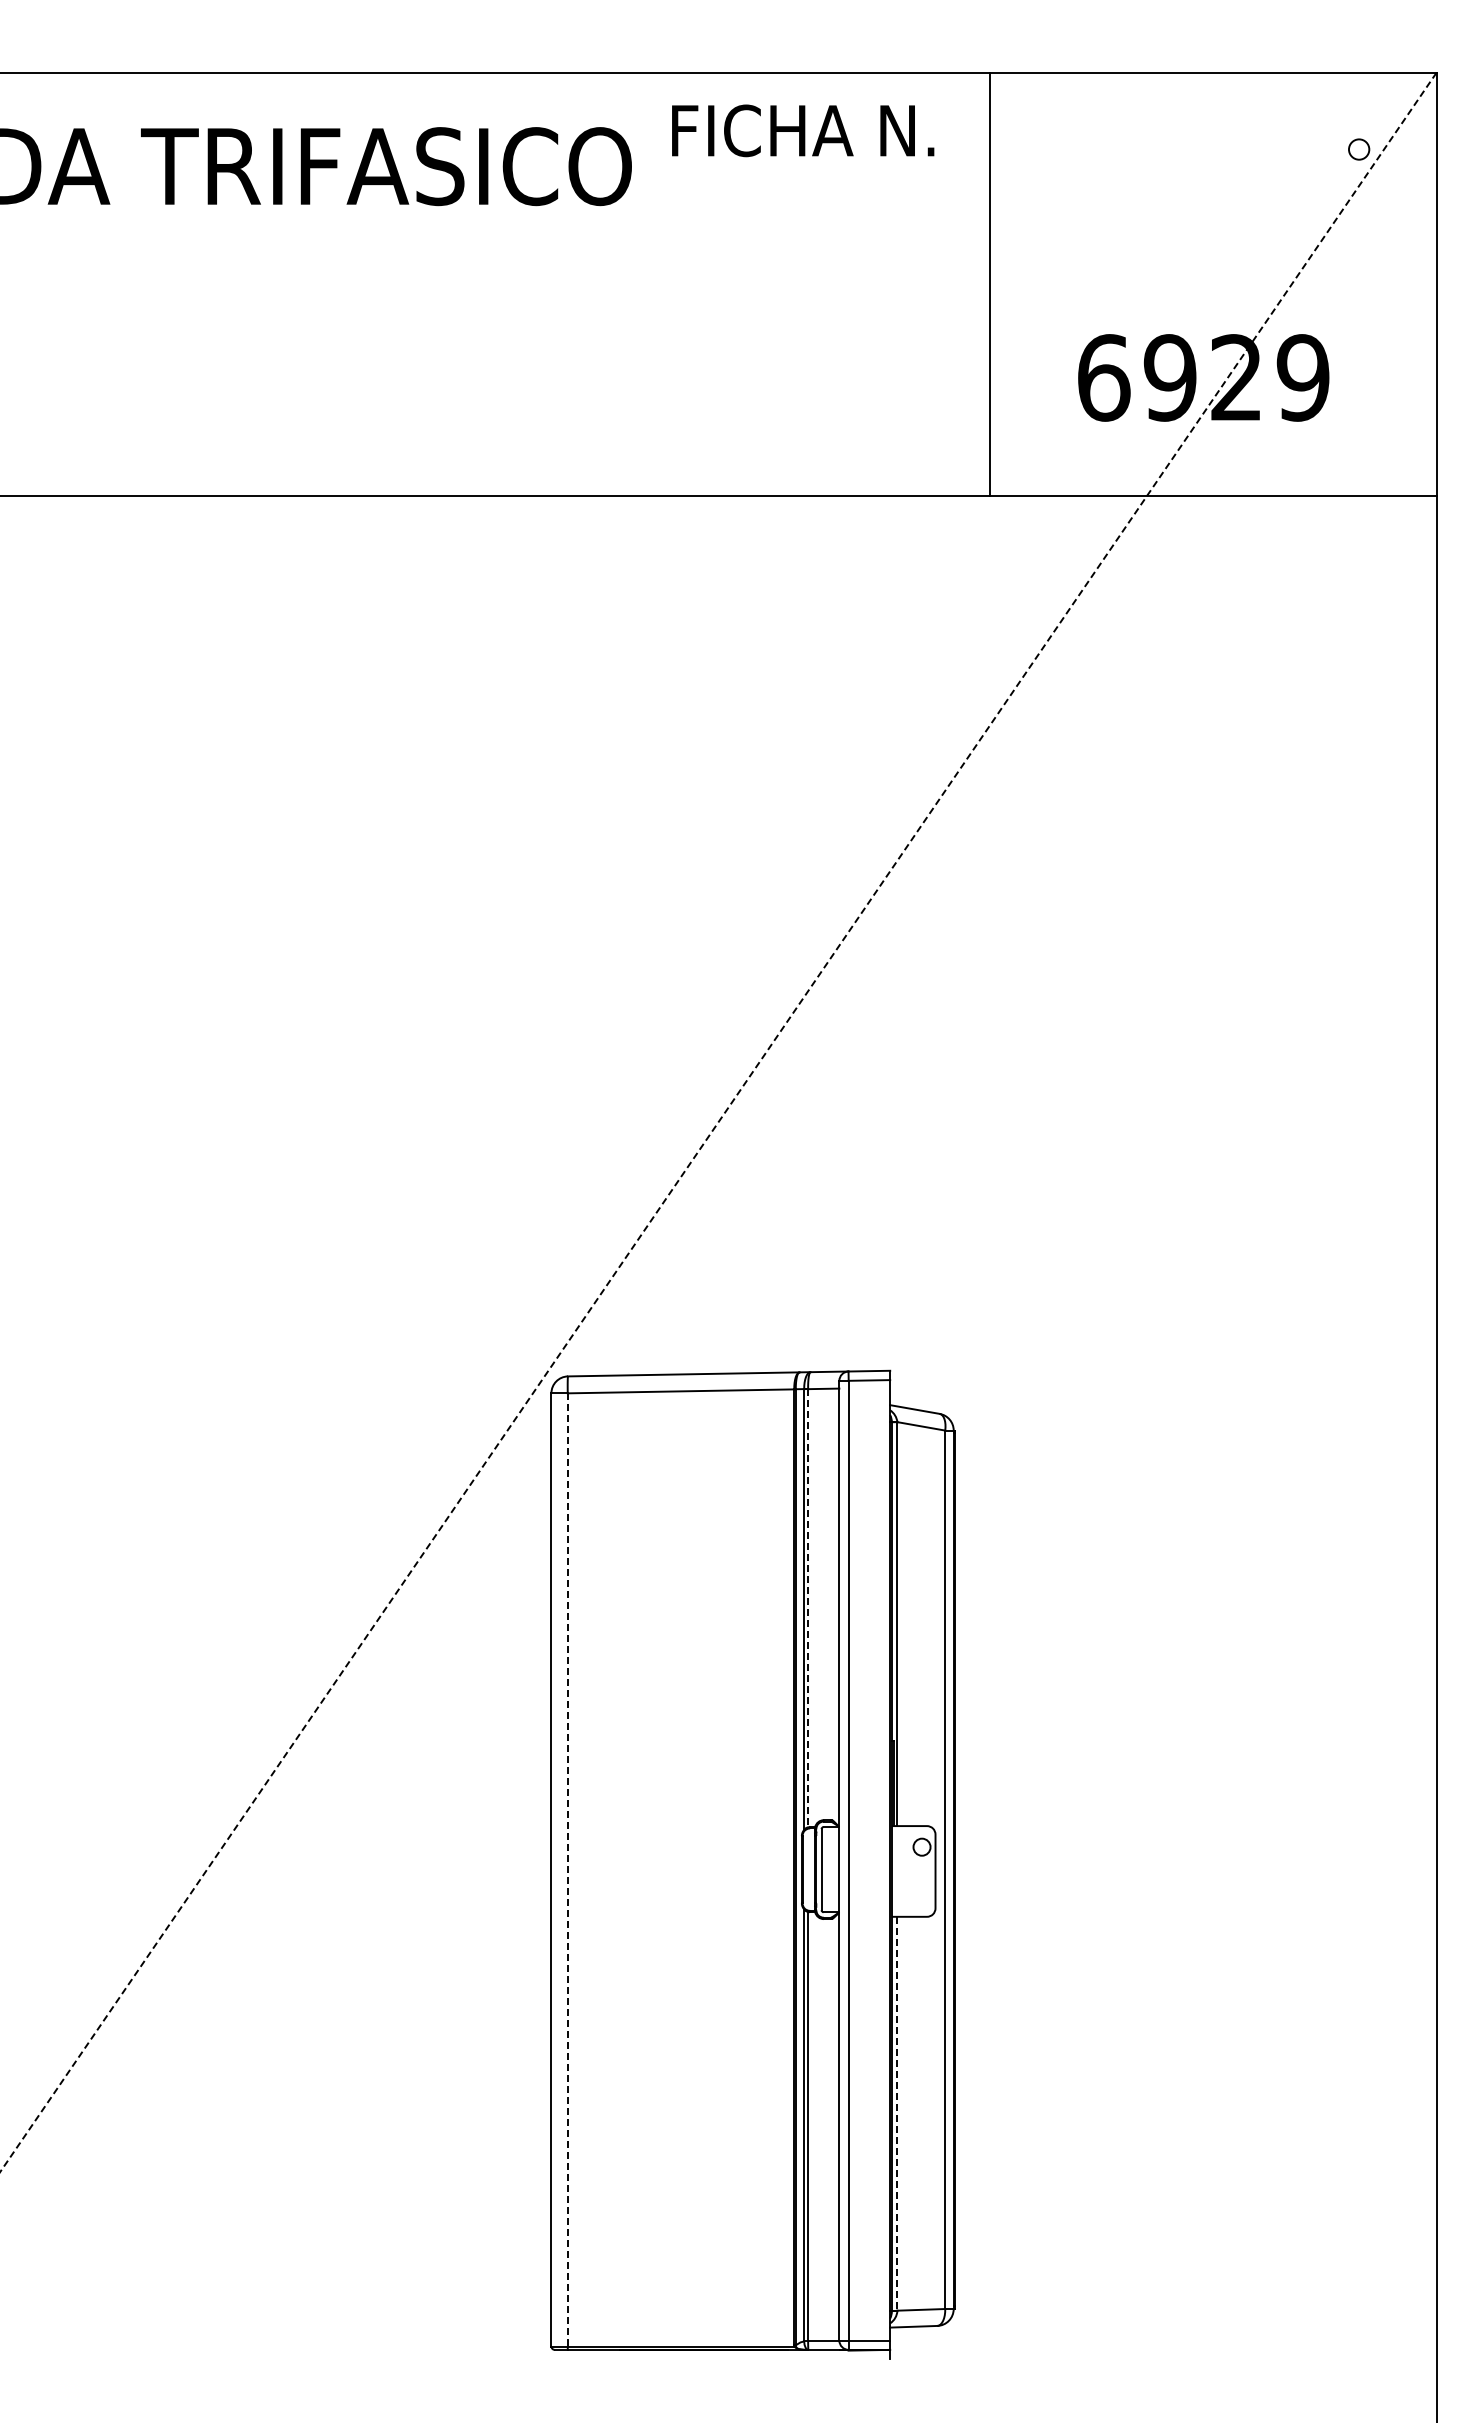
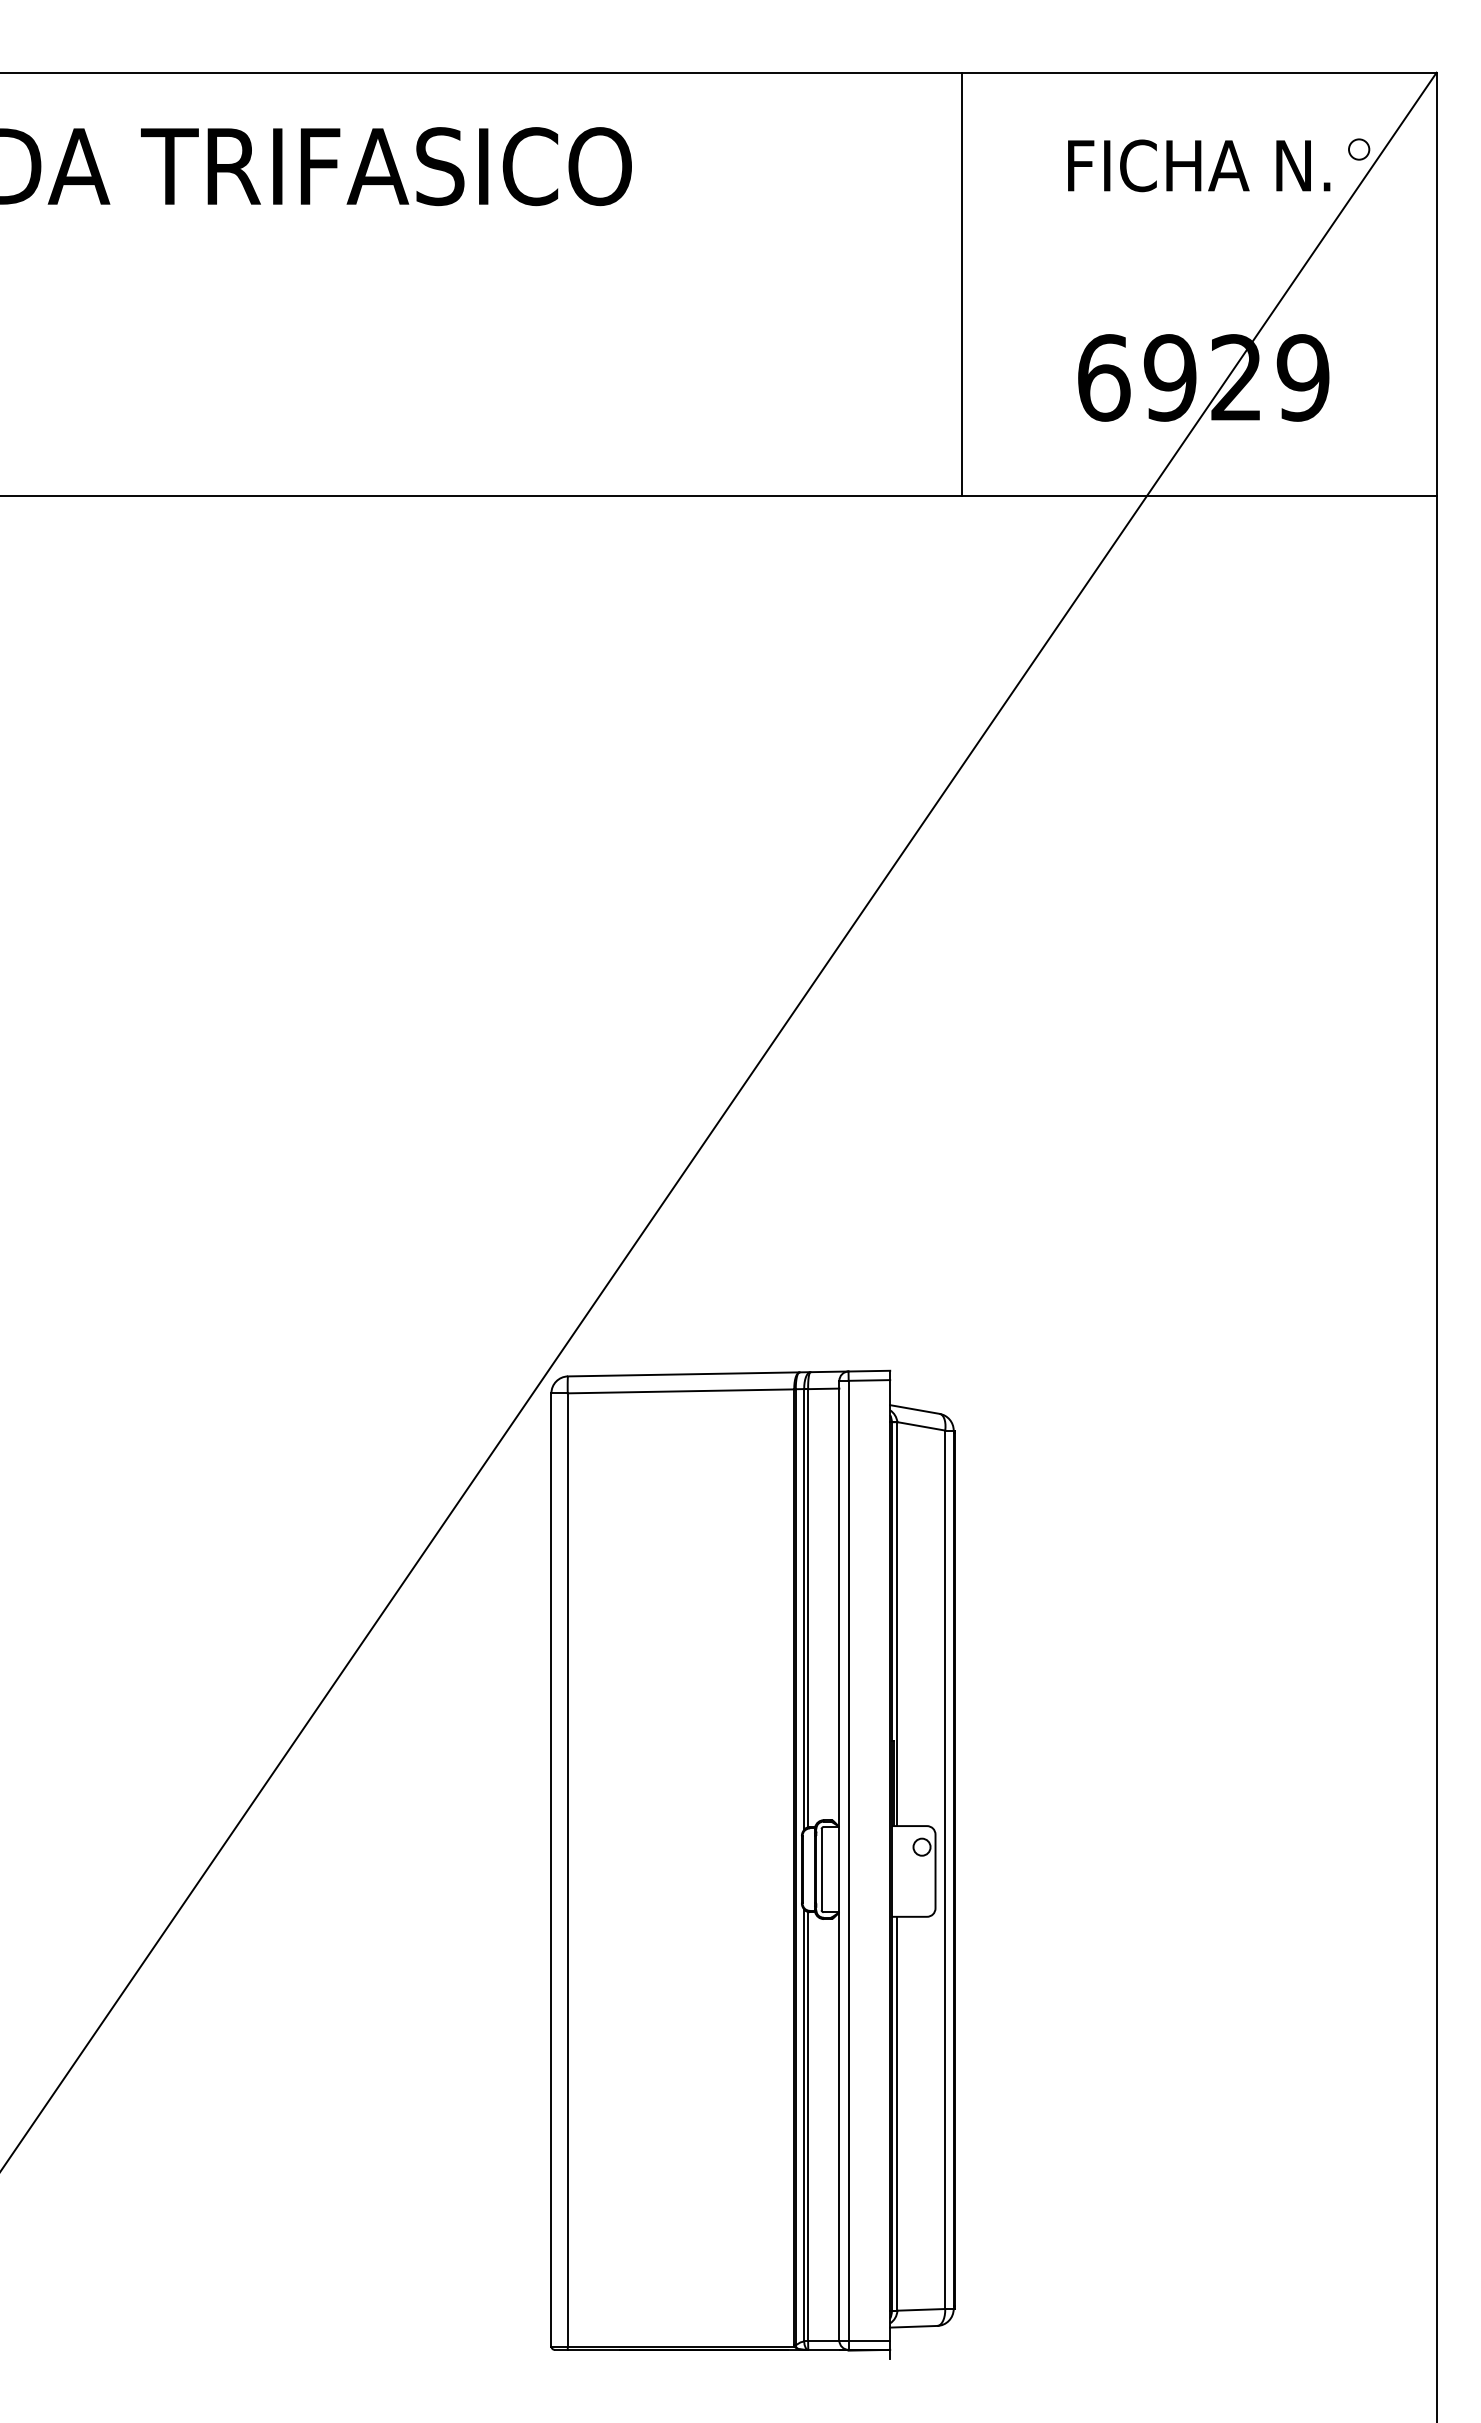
text at (803, 130) position: (803, 130) -> (1199, 165)
line at (990, 284) position: (990, 284) -> (962, 284)
line at (718, 1122): dashed -> solid
line at (808, 1608): dashed -> solid
line at (567, 1869): dashed -> solid
line at (897, 2113): dashed -> solid
